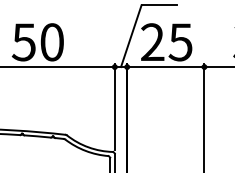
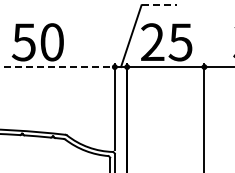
line at (159, 5): solid -> dashed
line at (58, 67): solid -> dashed
